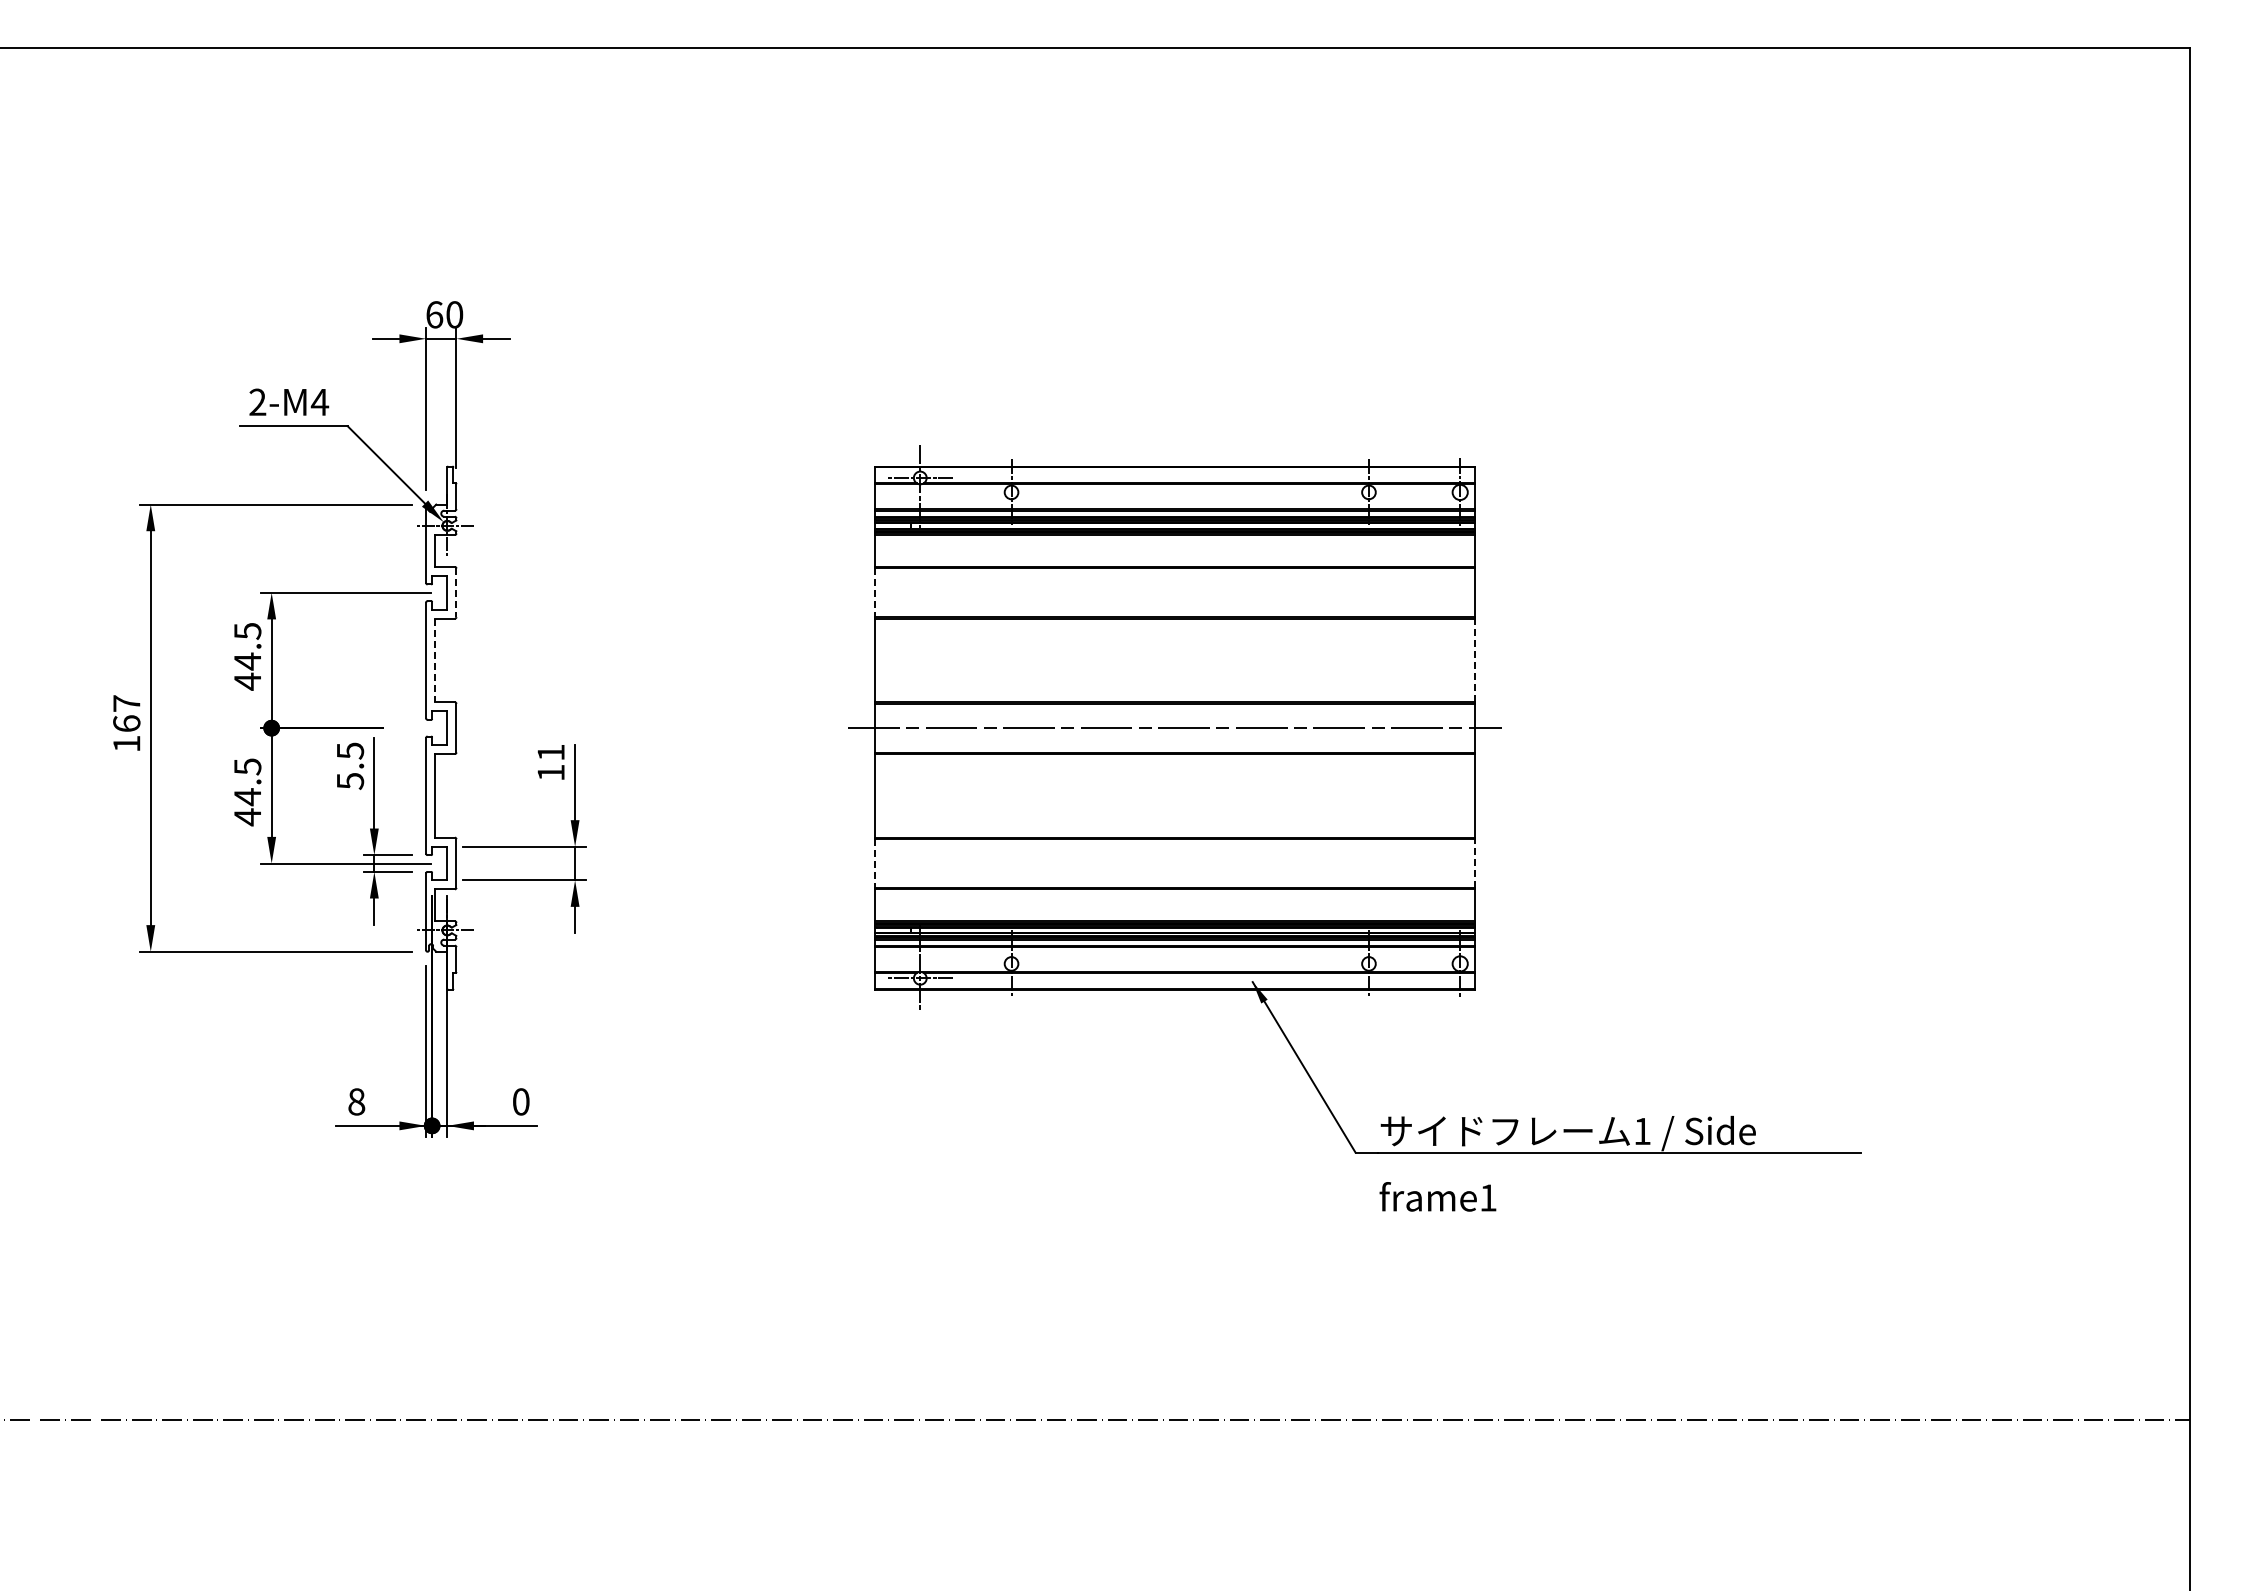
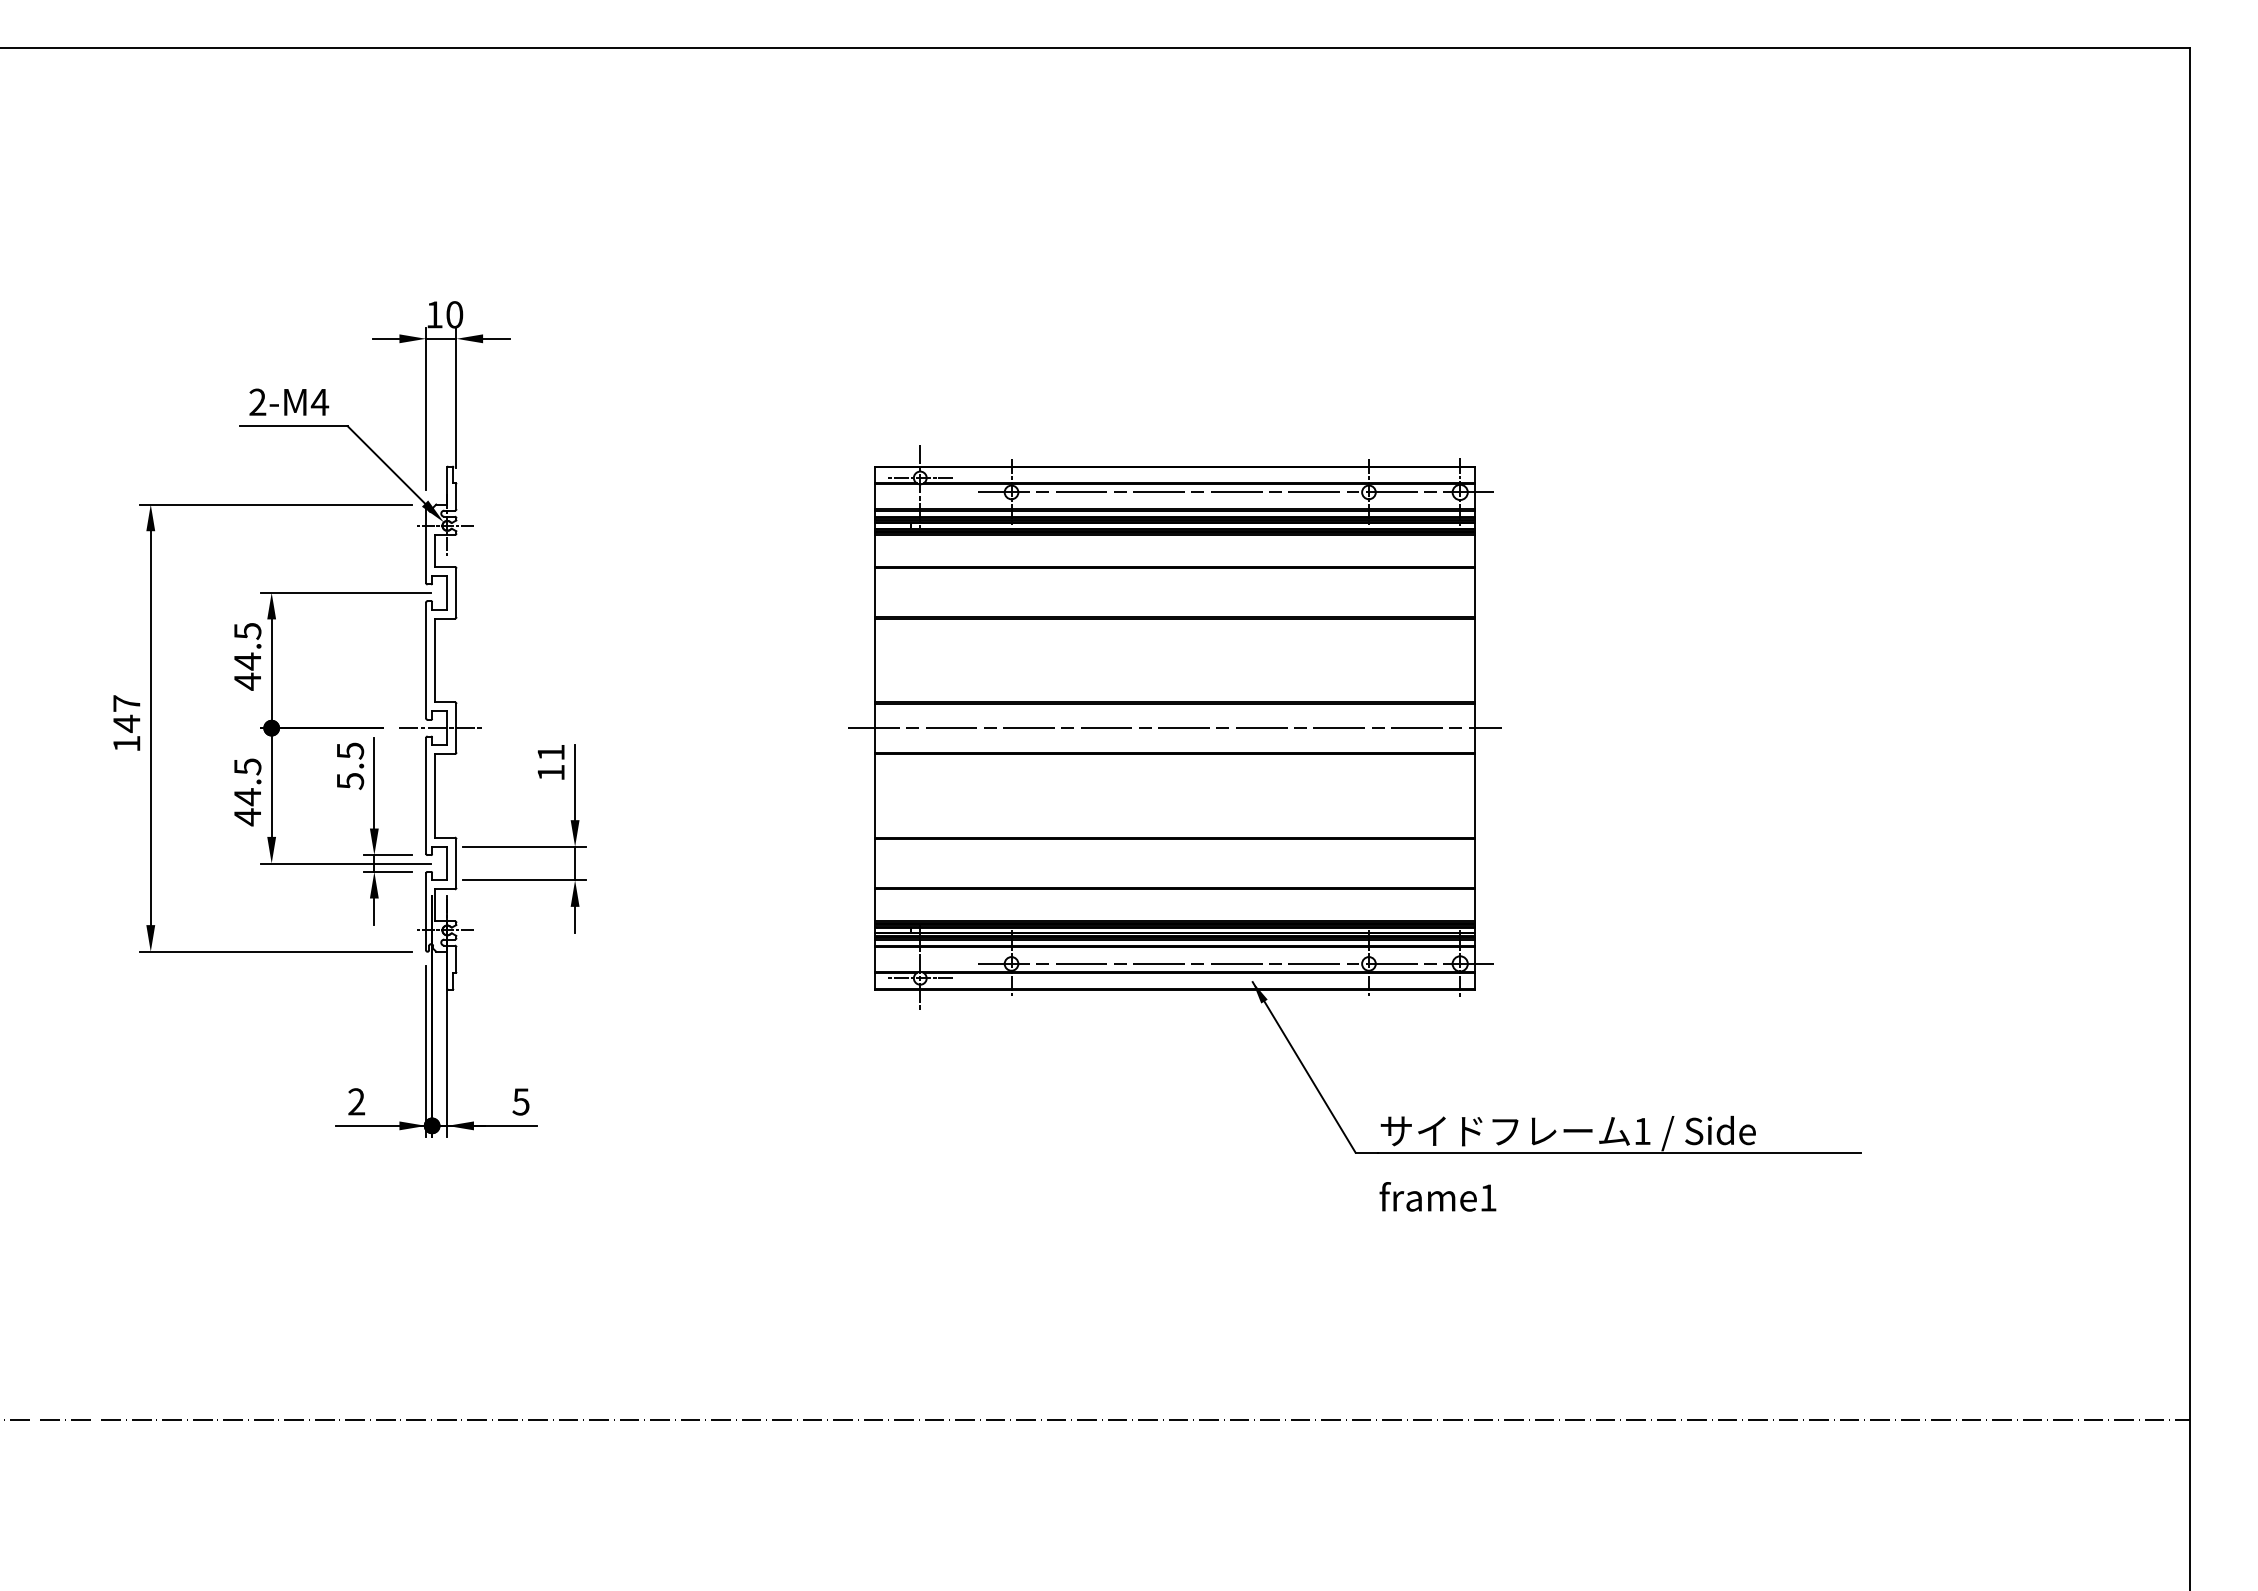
text at (434, 314): 60 -> 10
line at (1236, 492): none -> present
line at (456, 593): dashed -> solid
line at (874, 593): dashed -> solid
line at (435, 660): dashed -> solid
line at (1475, 660): dashed -> solid
text at (126, 723): 167 -> 147
line at (441, 728): none -> present
line at (1475, 863): dashed -> solid
line at (874, 864): dashed -> solid
line at (1236, 963): none -> present
text at (356, 1101): 8 -> 2
text at (520, 1101): 0 -> 5
